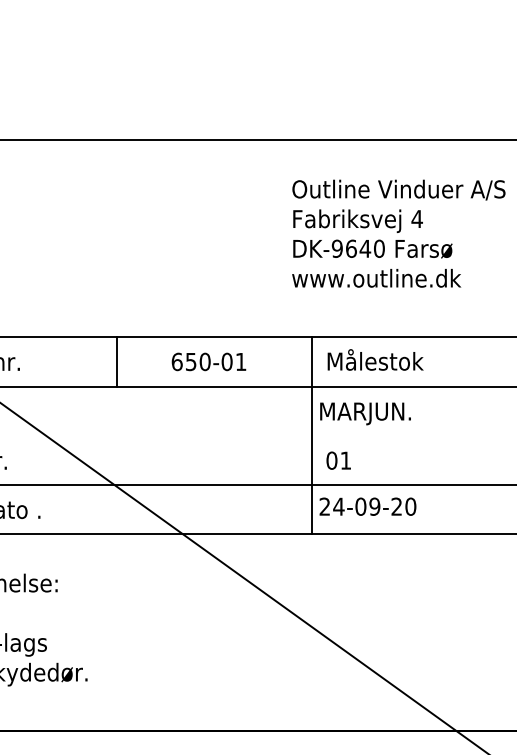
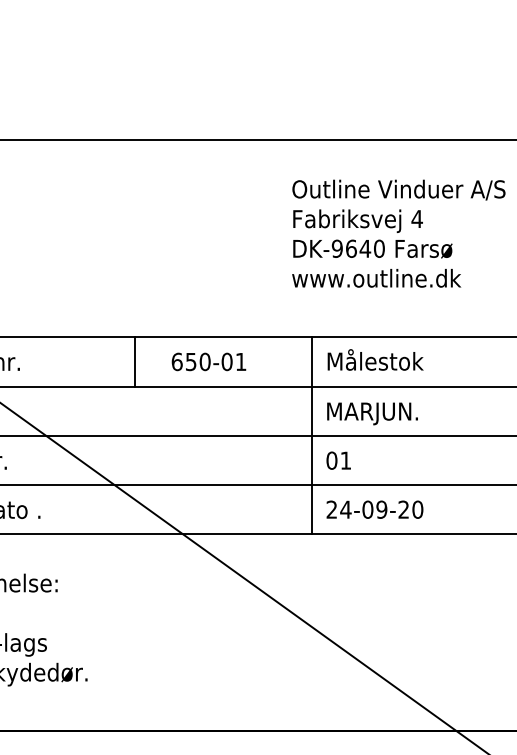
line at (117, 362) position: (117, 362) -> (135, 362)
text at (365, 413) position: (365, 413) -> (372, 413)
line at (257, 436): none -> present
text at (367, 506) position: (367, 506) -> (374, 509)
